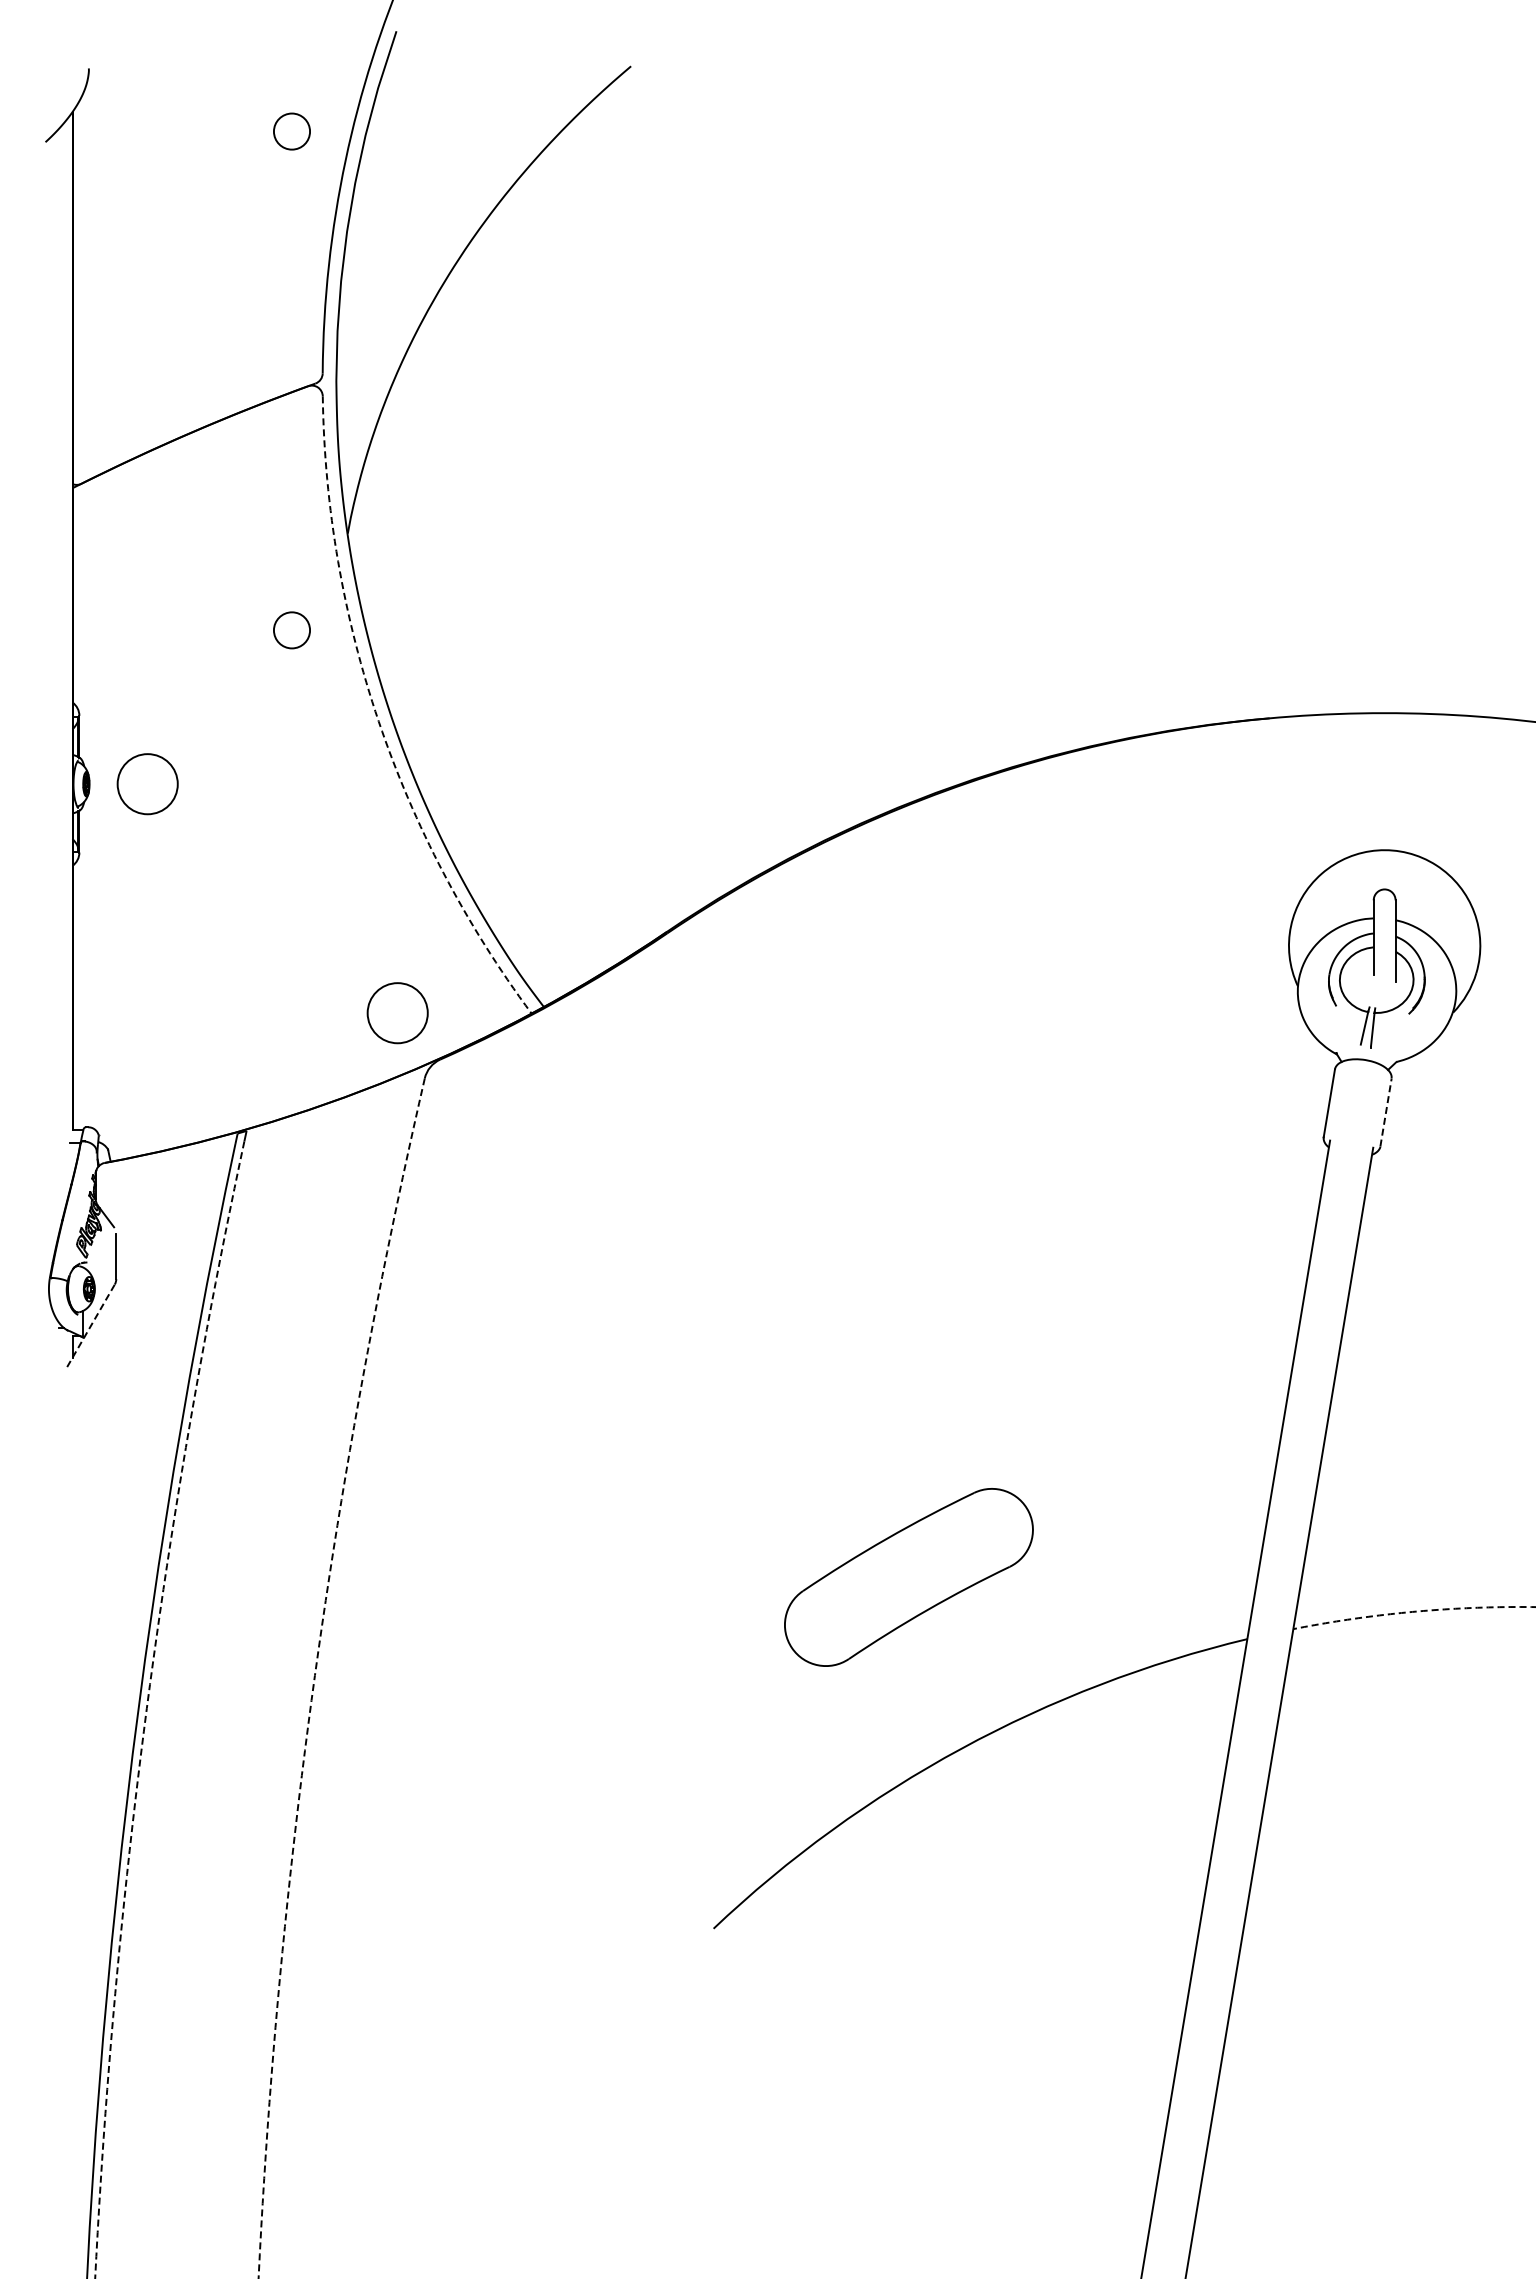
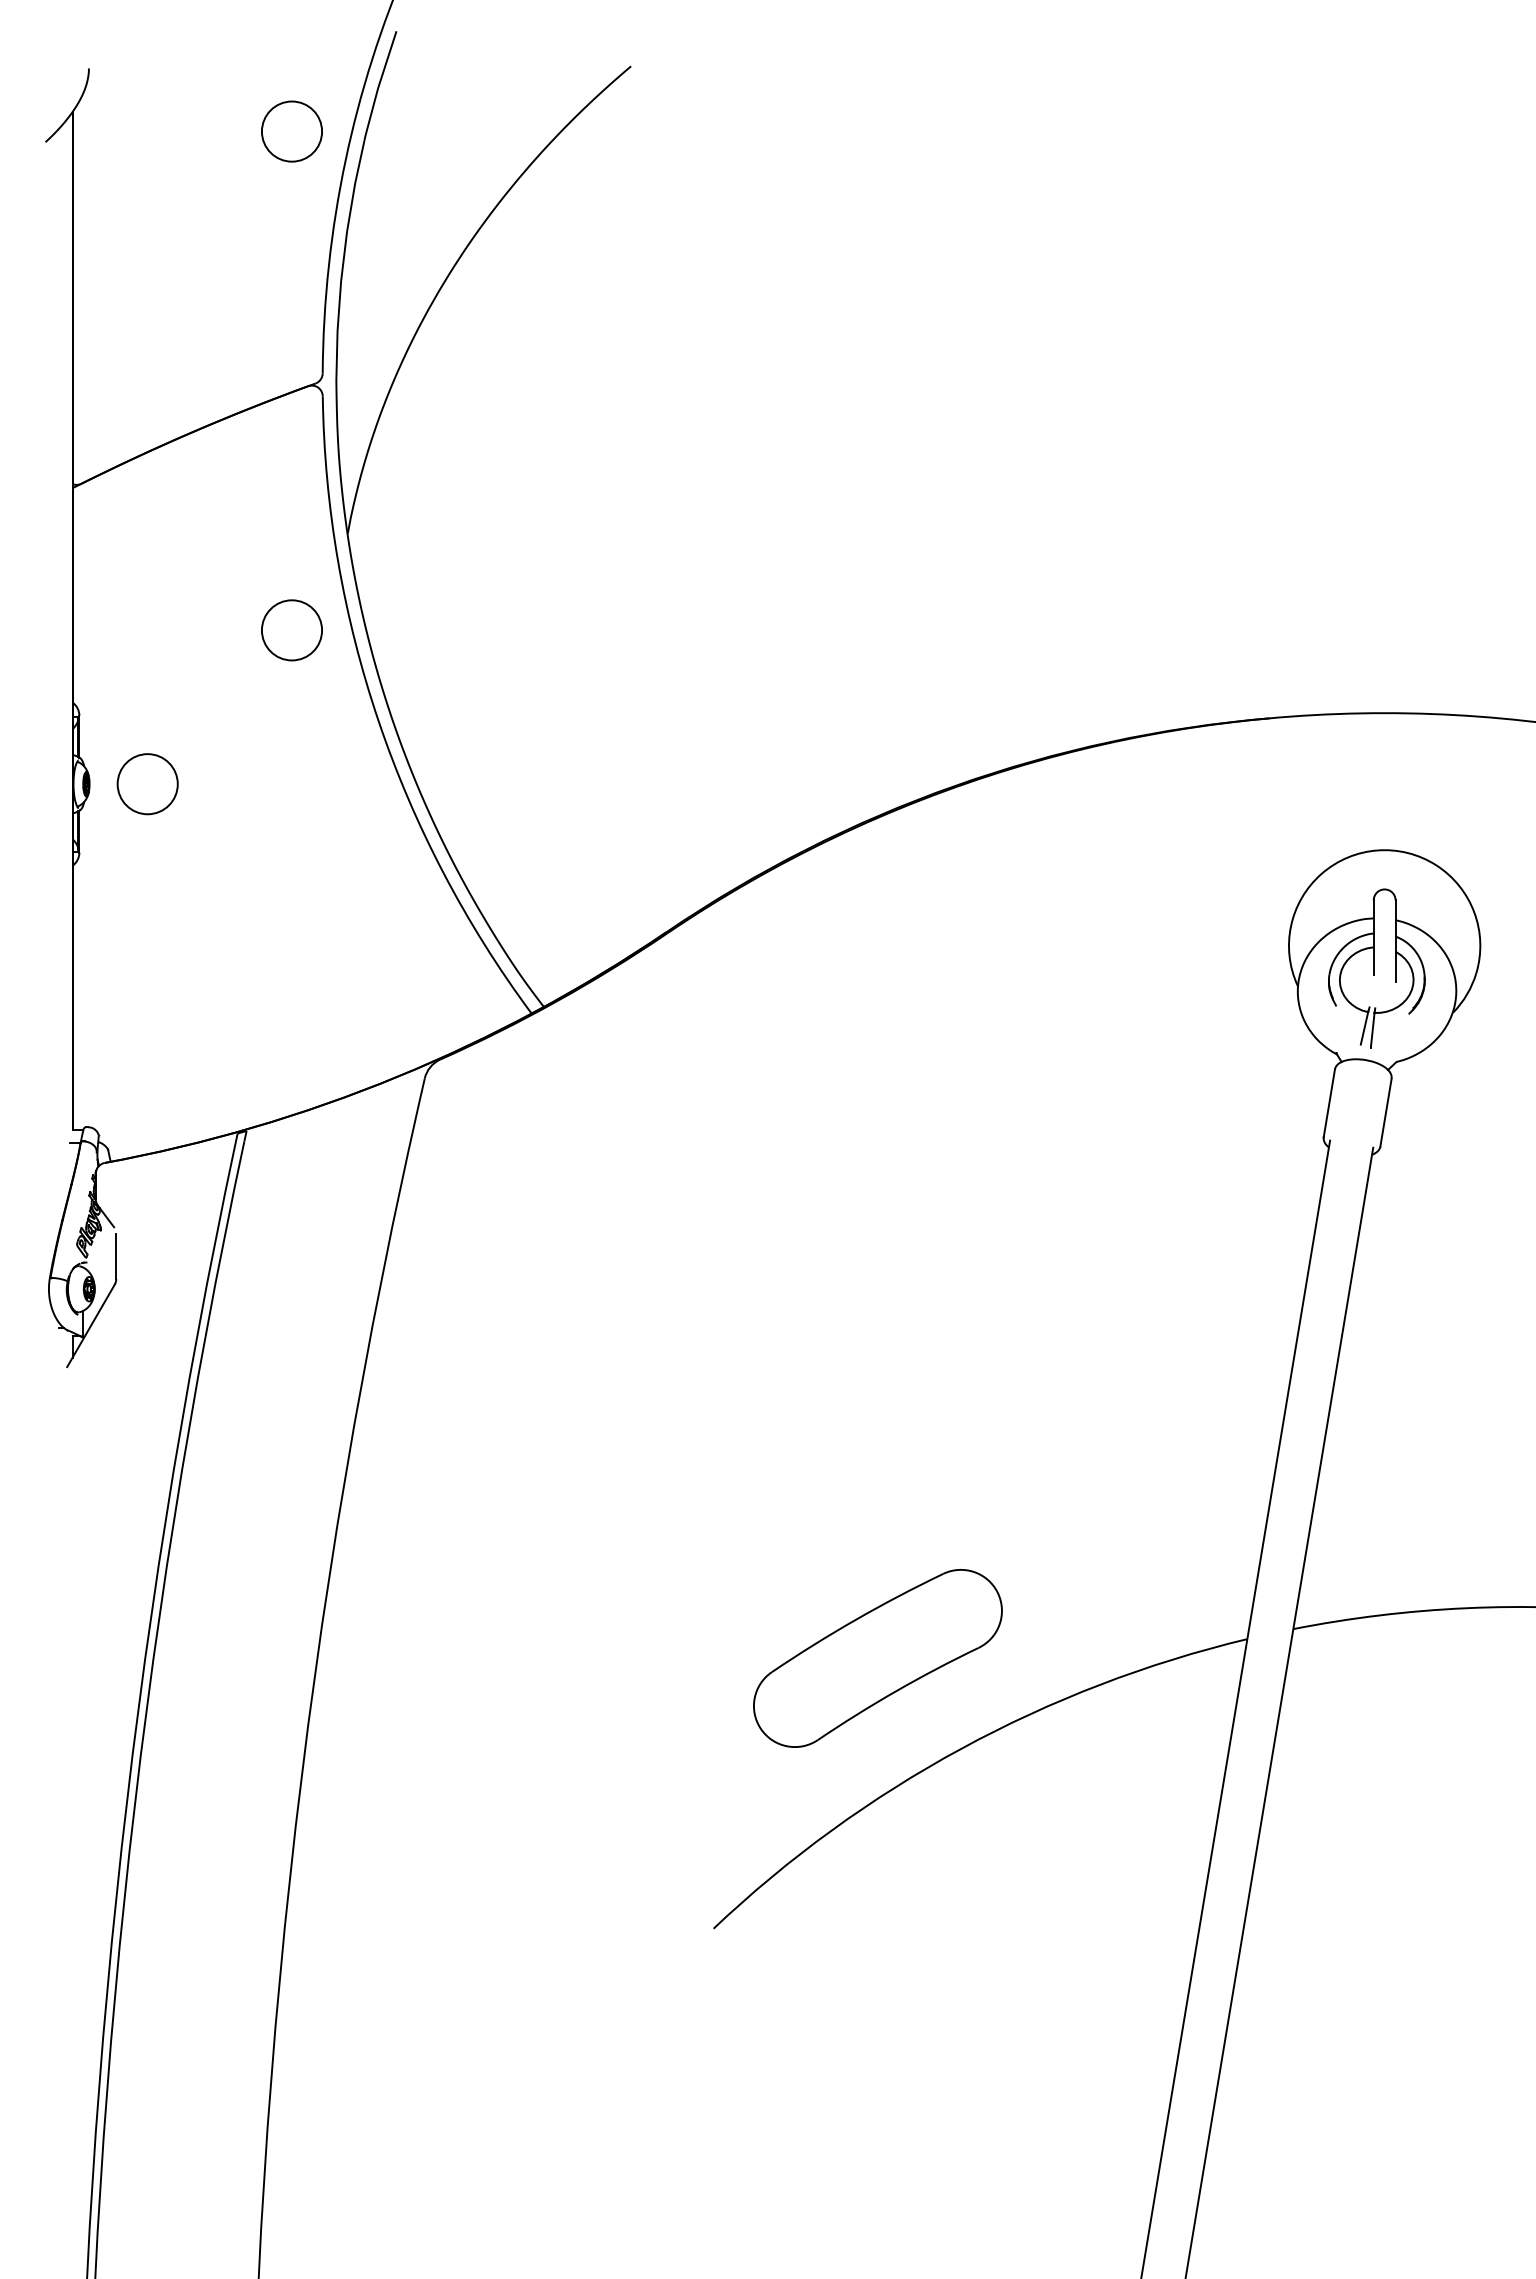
circle at (291, 131) diameter: 36 px -> 60 px
circle at (291, 630) diameter: 36 px -> 60 px
arc at (378, 721): dashed -> solid
circle at (397, 1013): present -> none
line at (1386, 1112): dashed -> solid
line at (91, 1325): dashed -> solid
part at (908, 1577) position: (908, 1577) -> (877, 1658)
arc at (1414, 1611): dashed -> solid
arc at (314, 1675): dashed -> solid
arc at (146, 1708): dashed -> solid
